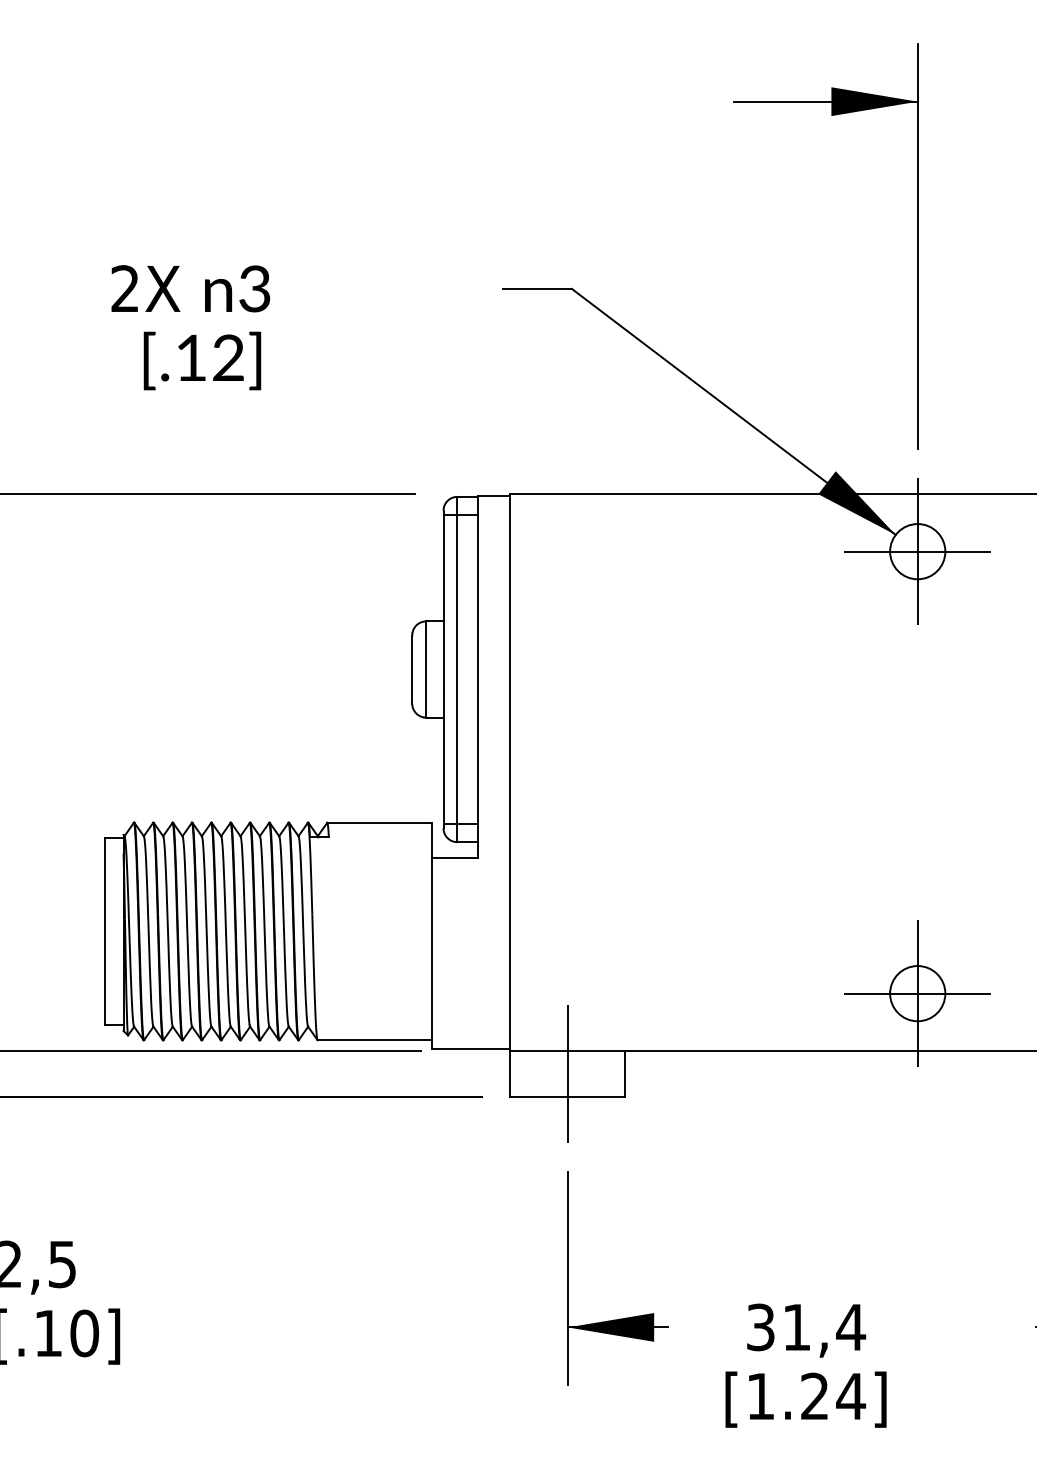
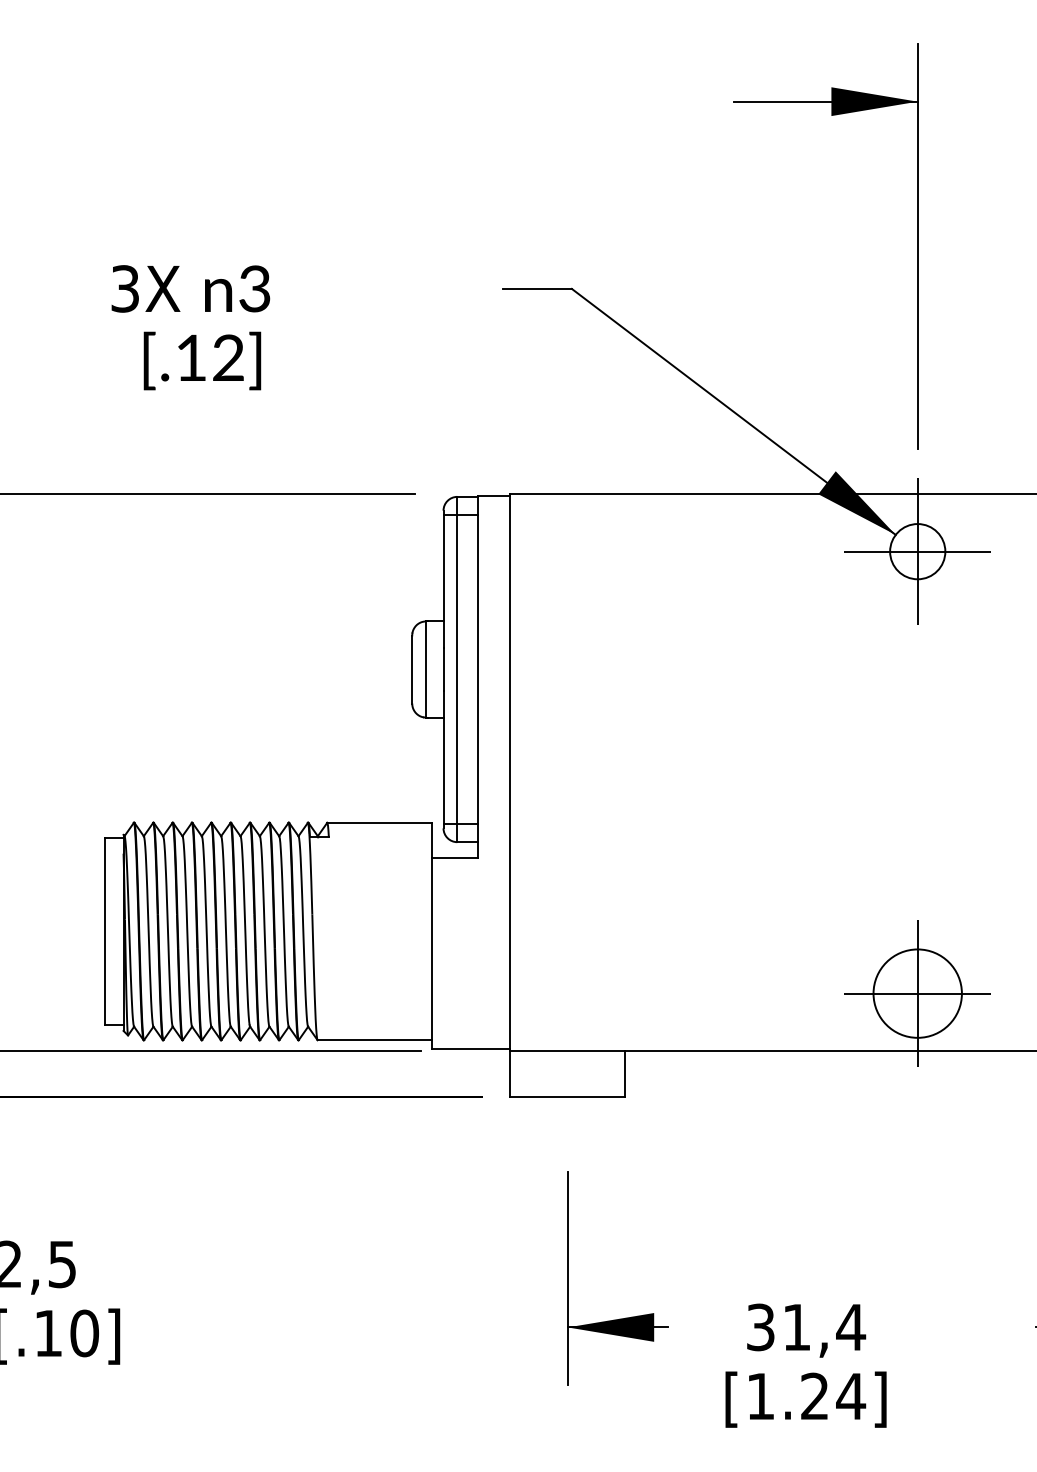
text at (124, 288): 2X -> 3X
circle at (917, 993) diameter: 55 px -> 88 px
line at (567, 1074): present -> none
